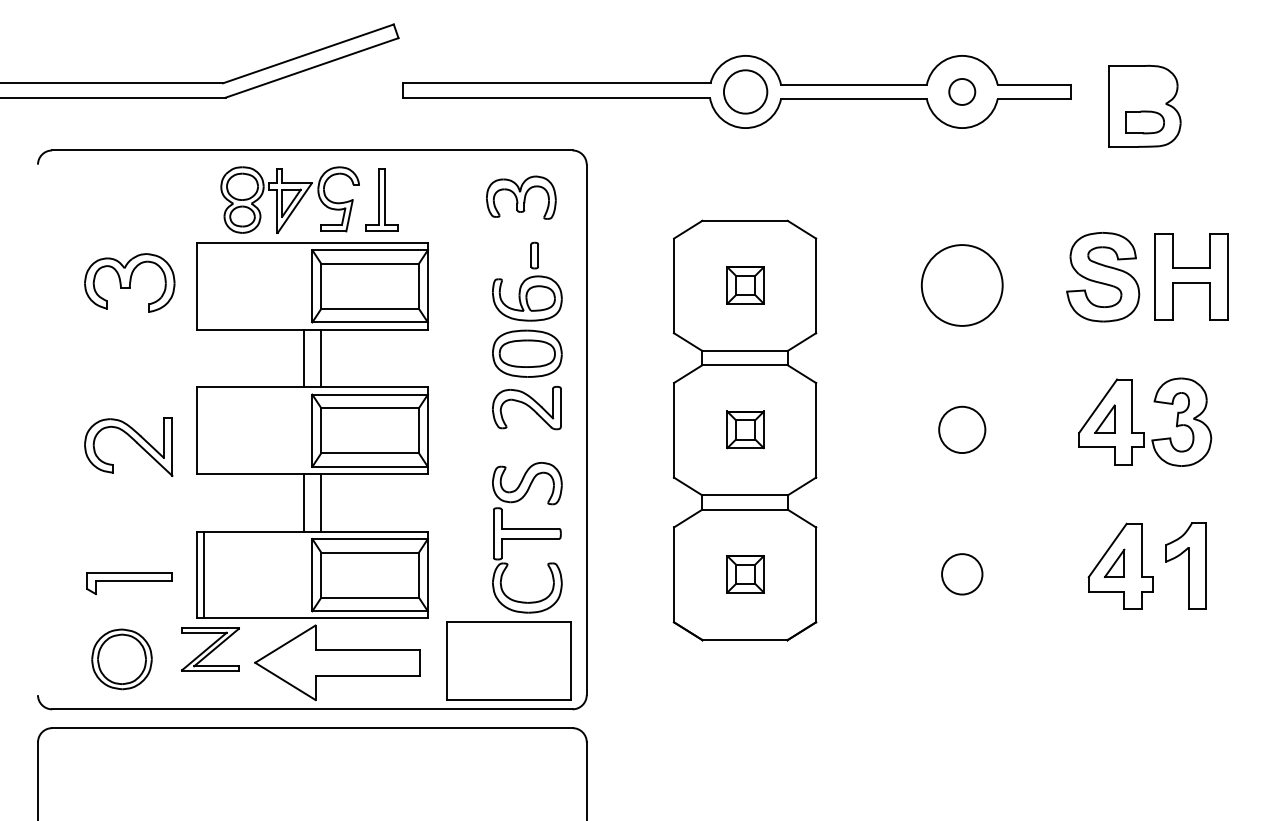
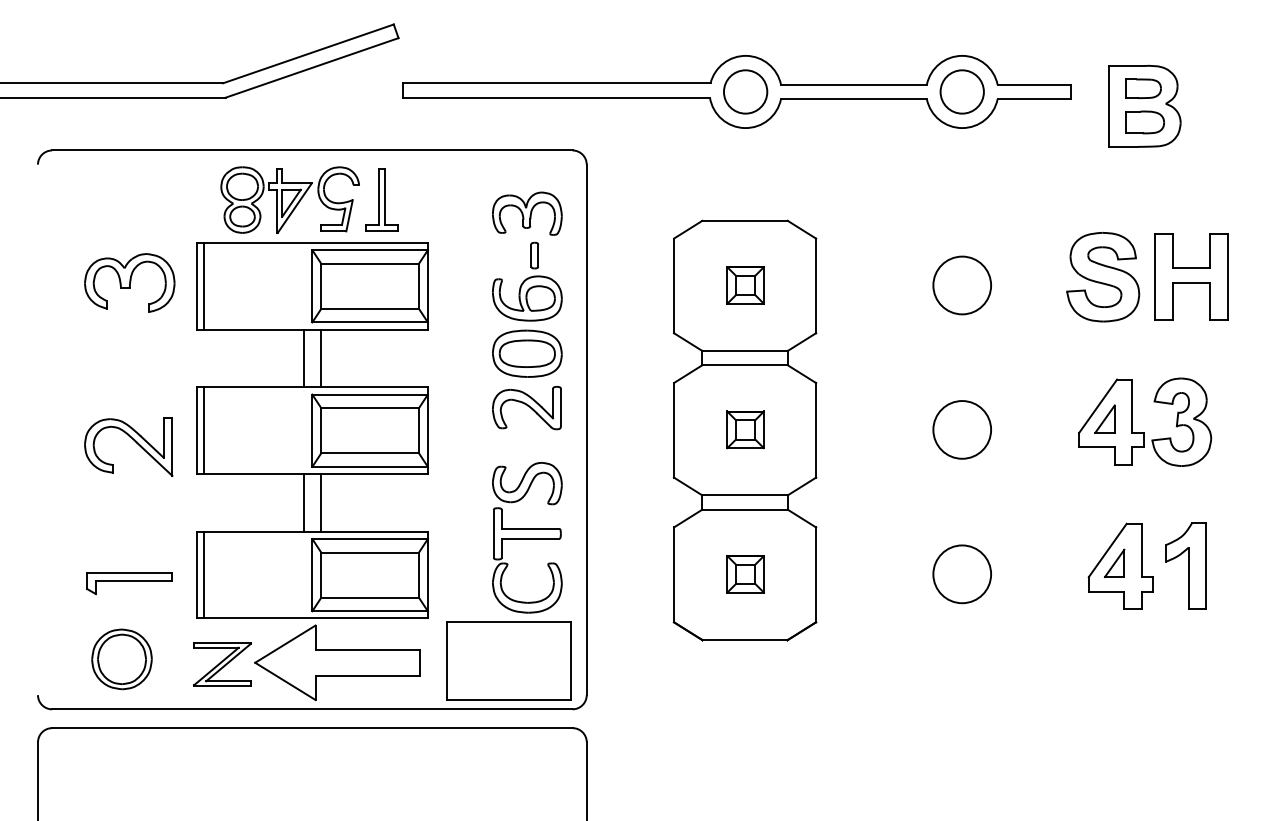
part at (1143, 88): none -> present
circle at (962, 91) diameter: 26 px -> 43 px
part at (521, 197) position: (521, 197) -> (527, 213)
line at (204, 285): none -> present
circle at (961, 285) diameter: 81 px -> 58 px
circle at (962, 429) diameter: 46 px -> 58 px
line at (204, 430): none -> present
circle at (962, 574) diameter: 40 px -> 58 px
part at (210, 649) position: (210, 649) -> (222, 664)
